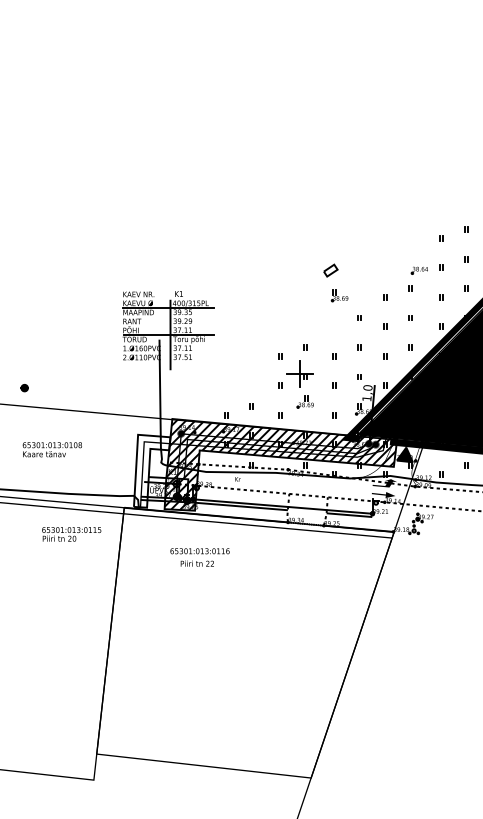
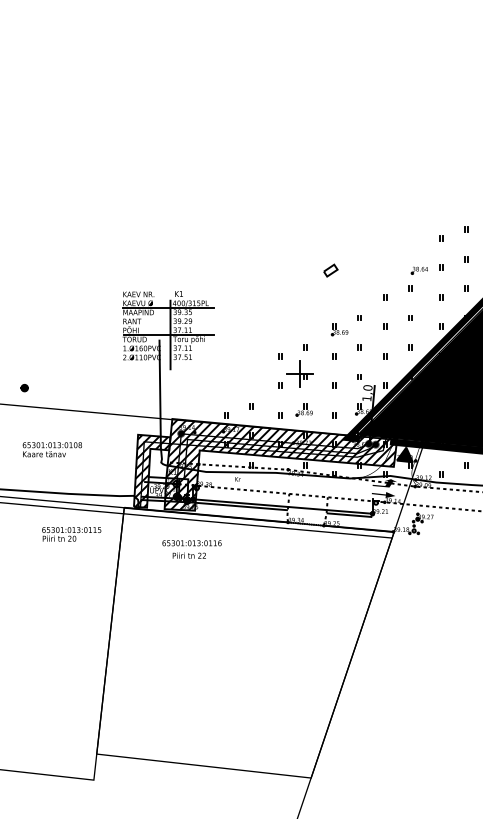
part at (339, 295) position: (339, 295) -> (339, 329)
part at (304, 401) position: (304, 401) -> (303, 409)
hatch at (151, 471): none -> present
text at (199, 557) position: (199, 557) -> (191, 549)
